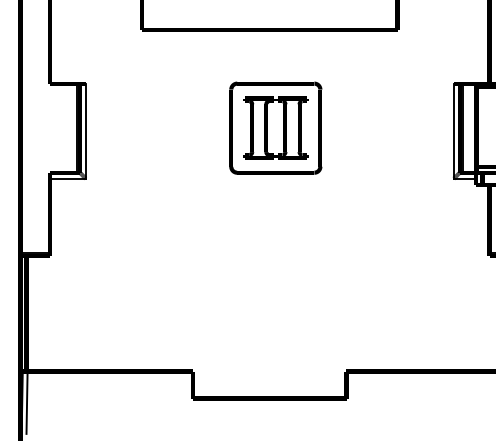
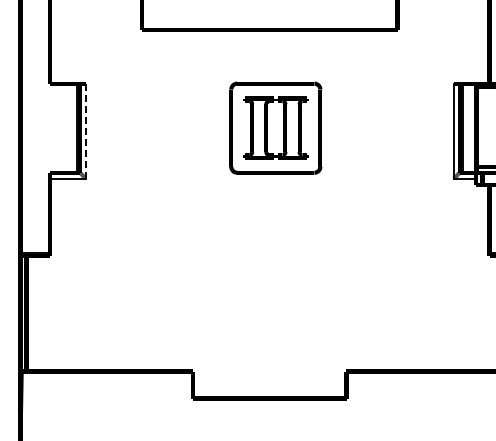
line at (85, 131): solid -> dashed
line at (26, 402): present -> none
